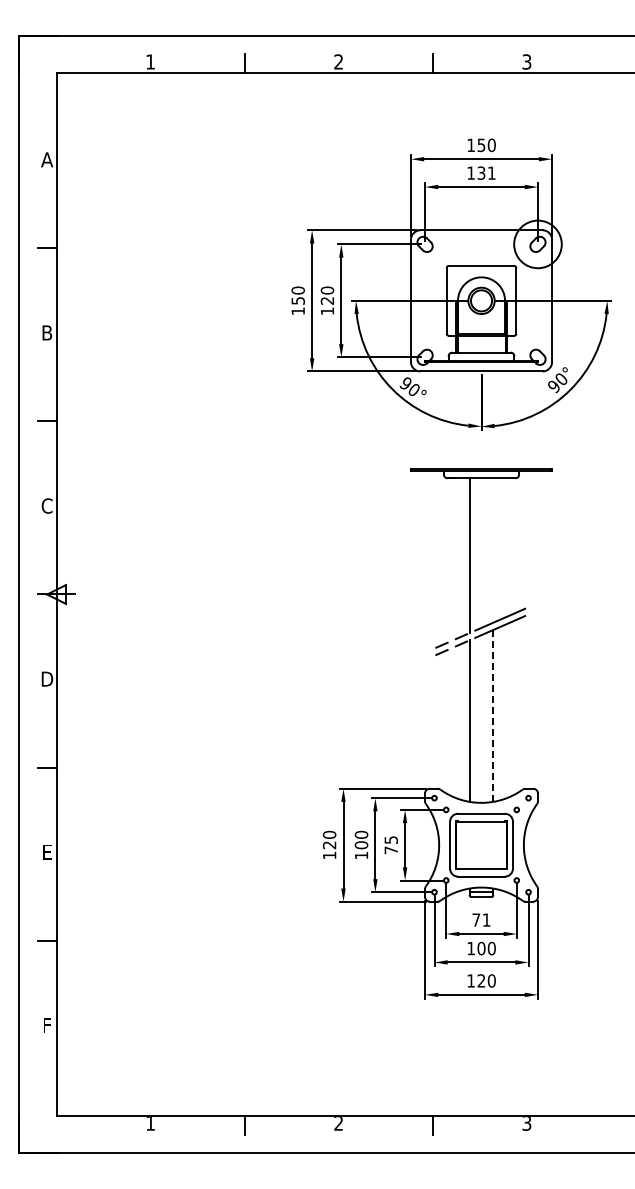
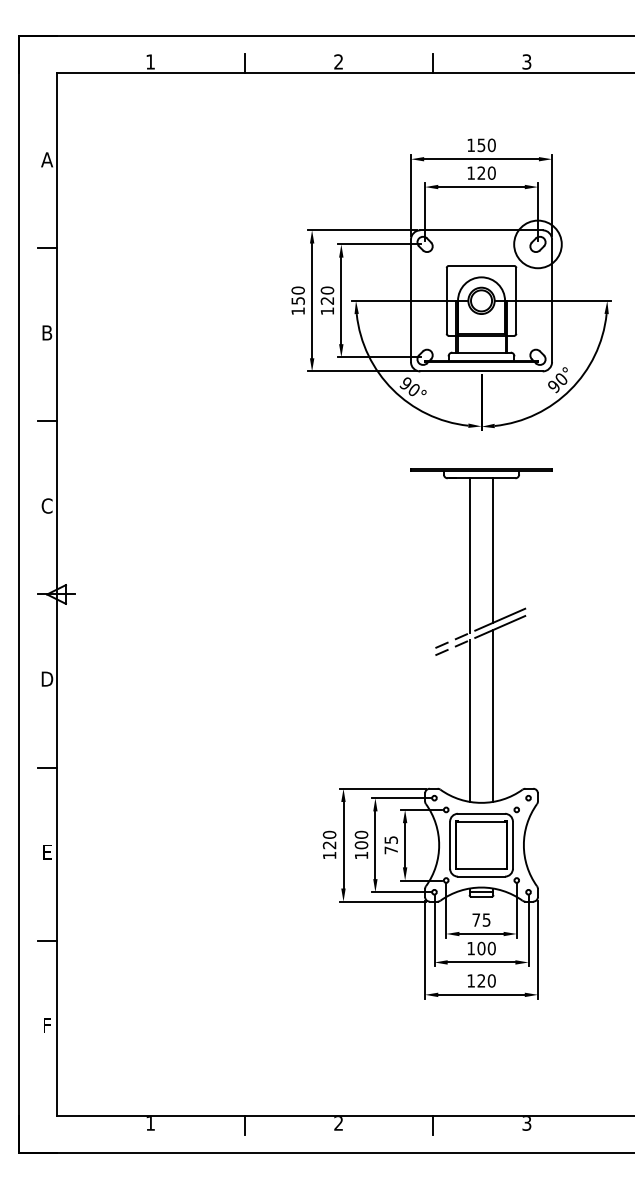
text at (486, 172): 131 -> 120
line at (493, 550): none -> present
line at (493, 715): dashed -> solid
text at (486, 919): 71 -> 75
